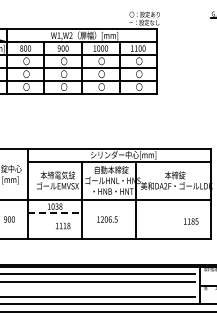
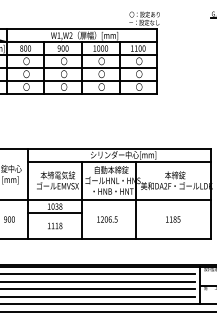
line at (55, 213): dashed -> solid
text at (191, 221) position: (191, 221) -> (173, 219)
text at (63, 225) position: (63, 225) -> (55, 225)
line at (98, 289): none -> present
